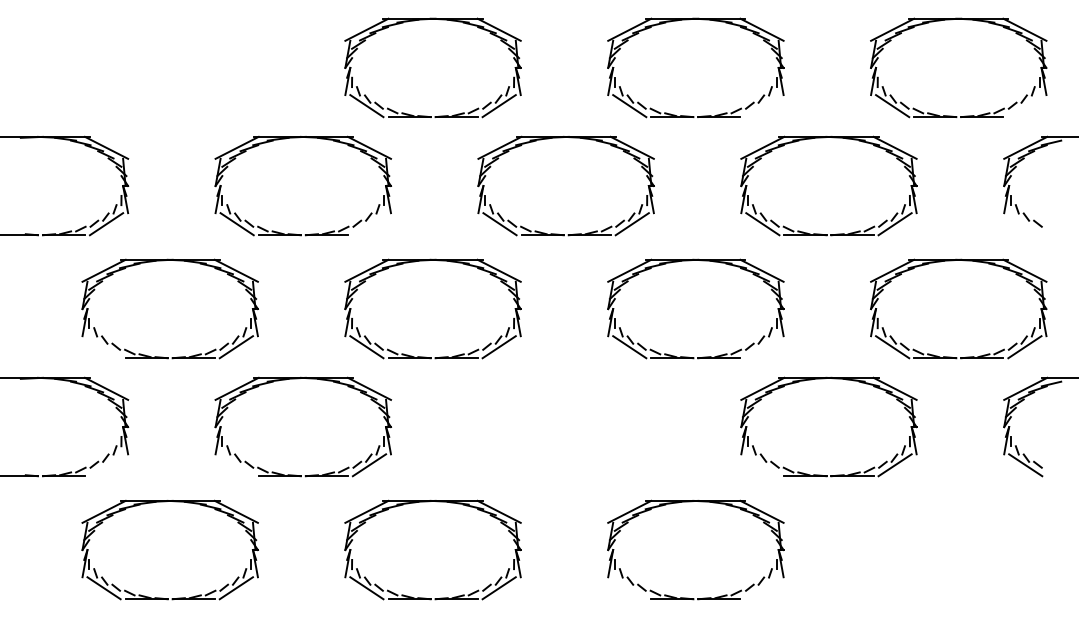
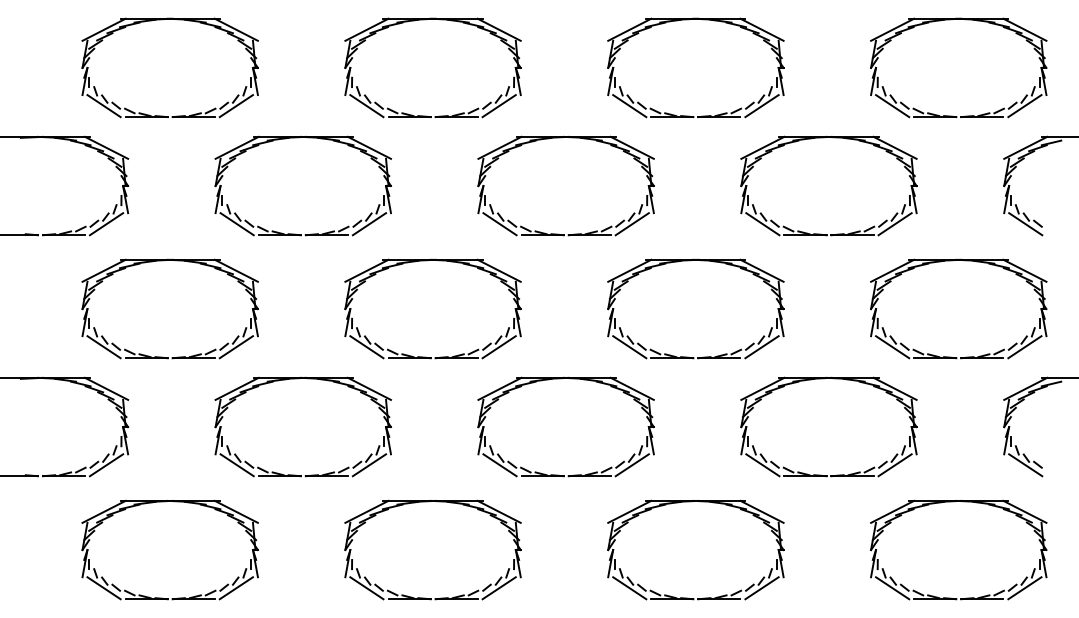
part at (162, 20): none -> present
line at (761, 106): none -> present
line at (1024, 106): none -> present
line at (369, 224): none -> present
line at (1025, 224): none -> present
line at (103, 347): none -> present
line at (761, 347): none -> present
part at (561, 379): none -> present
line at (106, 465): none -> present
line at (236, 465): none -> present
line at (762, 465): none -> present
part at (954, 502): none -> present
line at (629, 588): none -> present
line at (761, 588): none -> present
